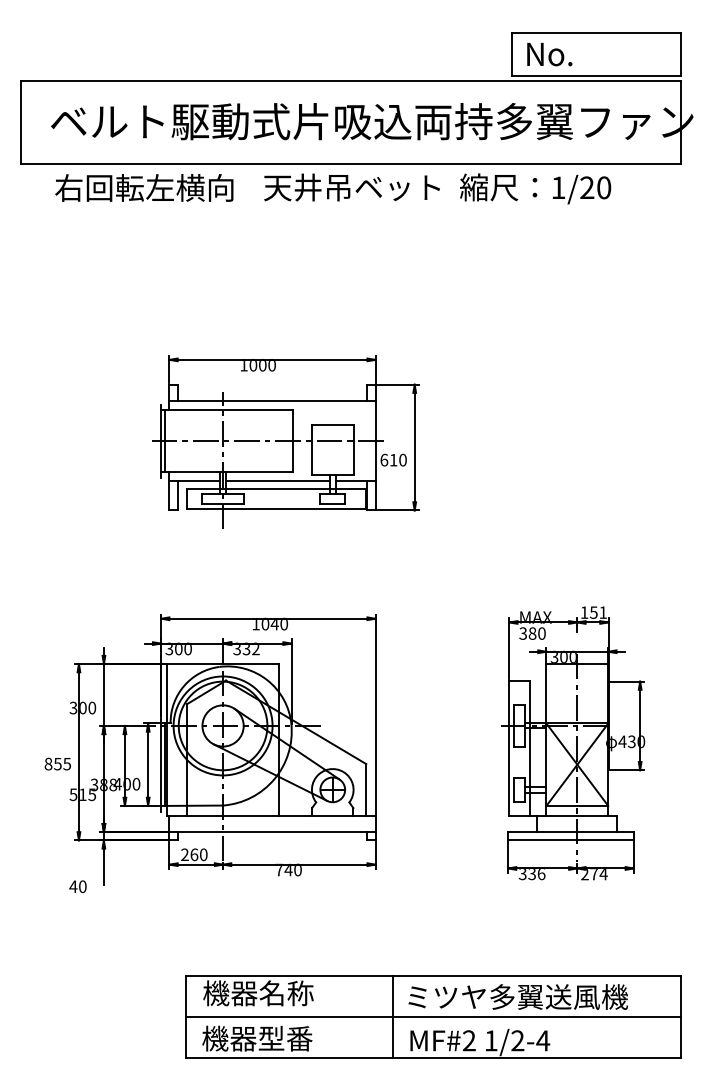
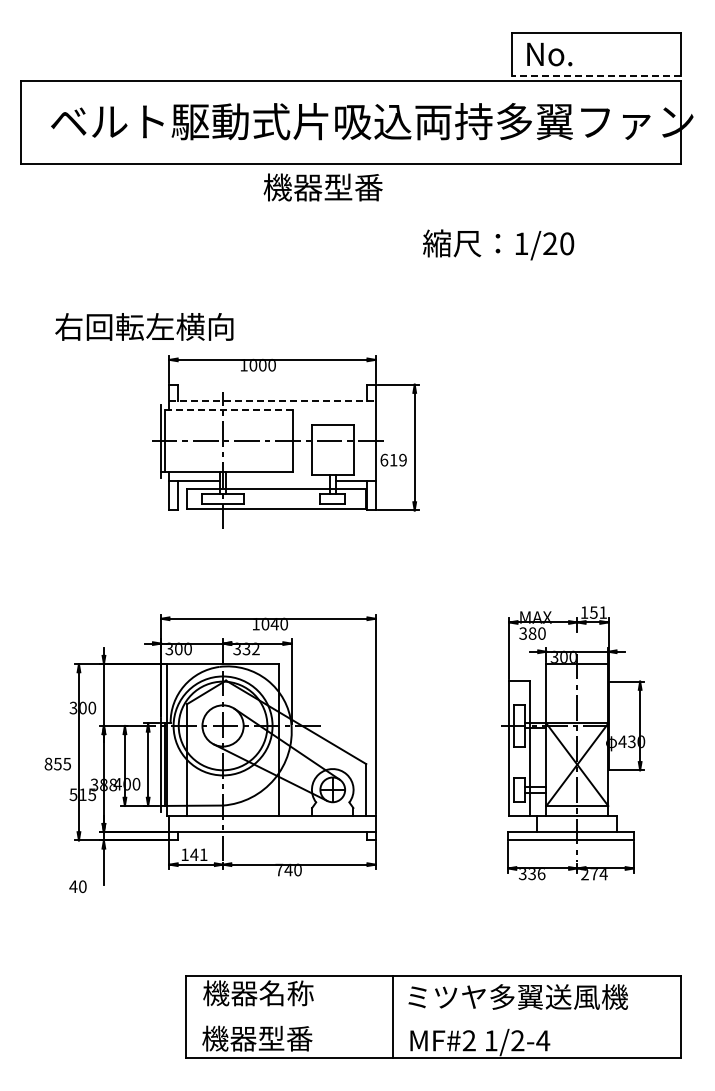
line at (596, 76): solid -> dashed
text at (144, 187) position: (144, 187) -> (144, 326)
text at (351, 187): 天井吊ベット -> 機器型番
text at (535, 188) position: (535, 188) -> (498, 244)
line at (273, 401): solid -> dashed
line at (227, 410): solid -> dashed
text at (402, 460): 610 -> 619
line at (277, 481): present -> none
text at (194, 854): 260 -> 141
line at (433, 1017): present -> none
